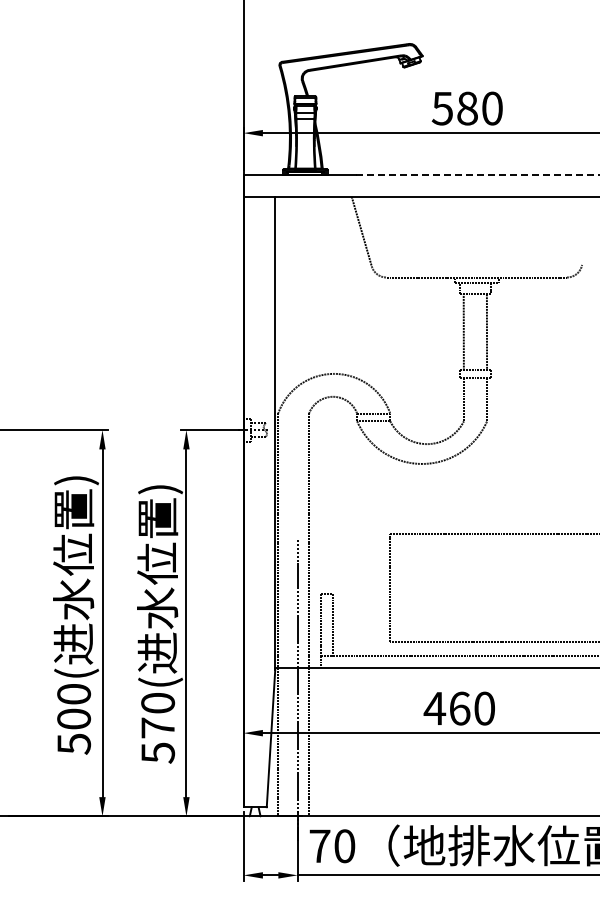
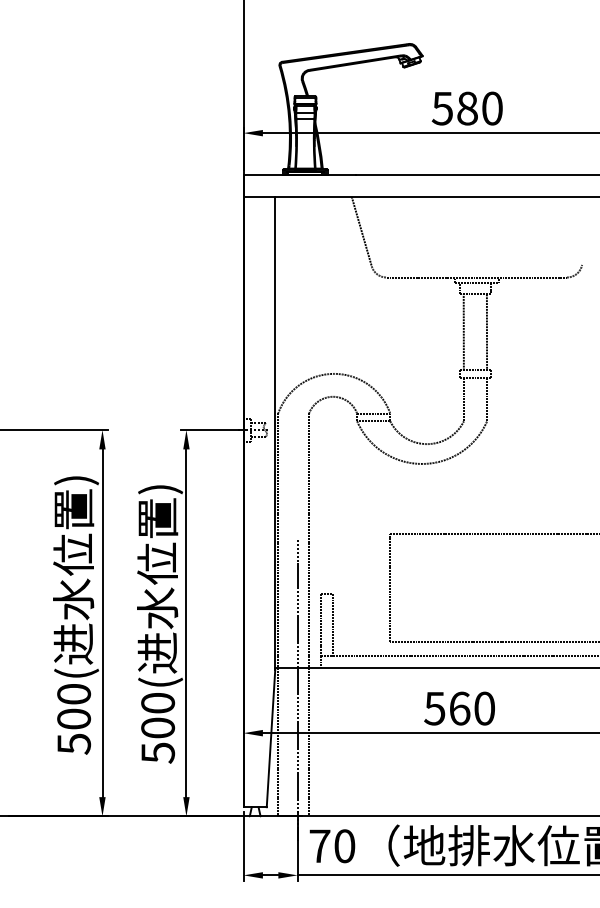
line at (478, 175): dashed -> solid
text at (434, 708): 460 -> 560
text at (158, 727): 570( -> 500(
